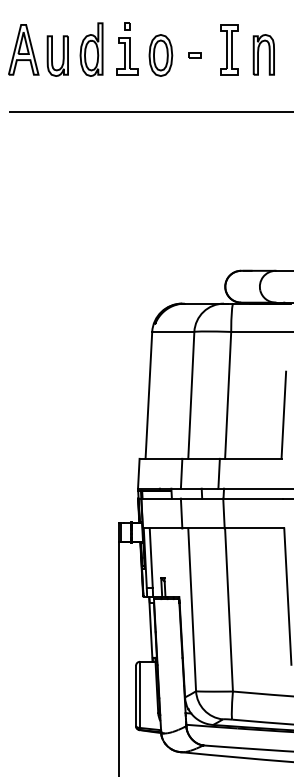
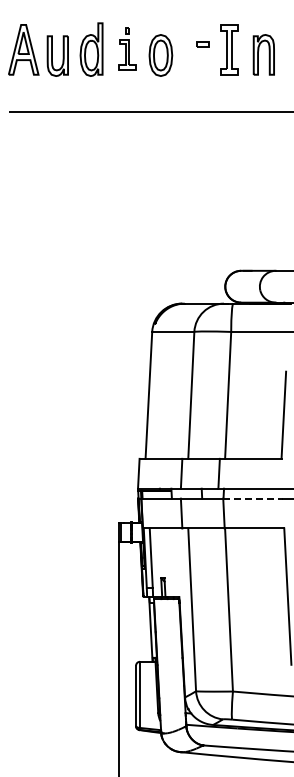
part at (127, 48) size: 23x54 px -> 19x44 px
part at (194, 55) position: (194, 55) -> (202, 44)
line at (252, 498): solid -> dashed
